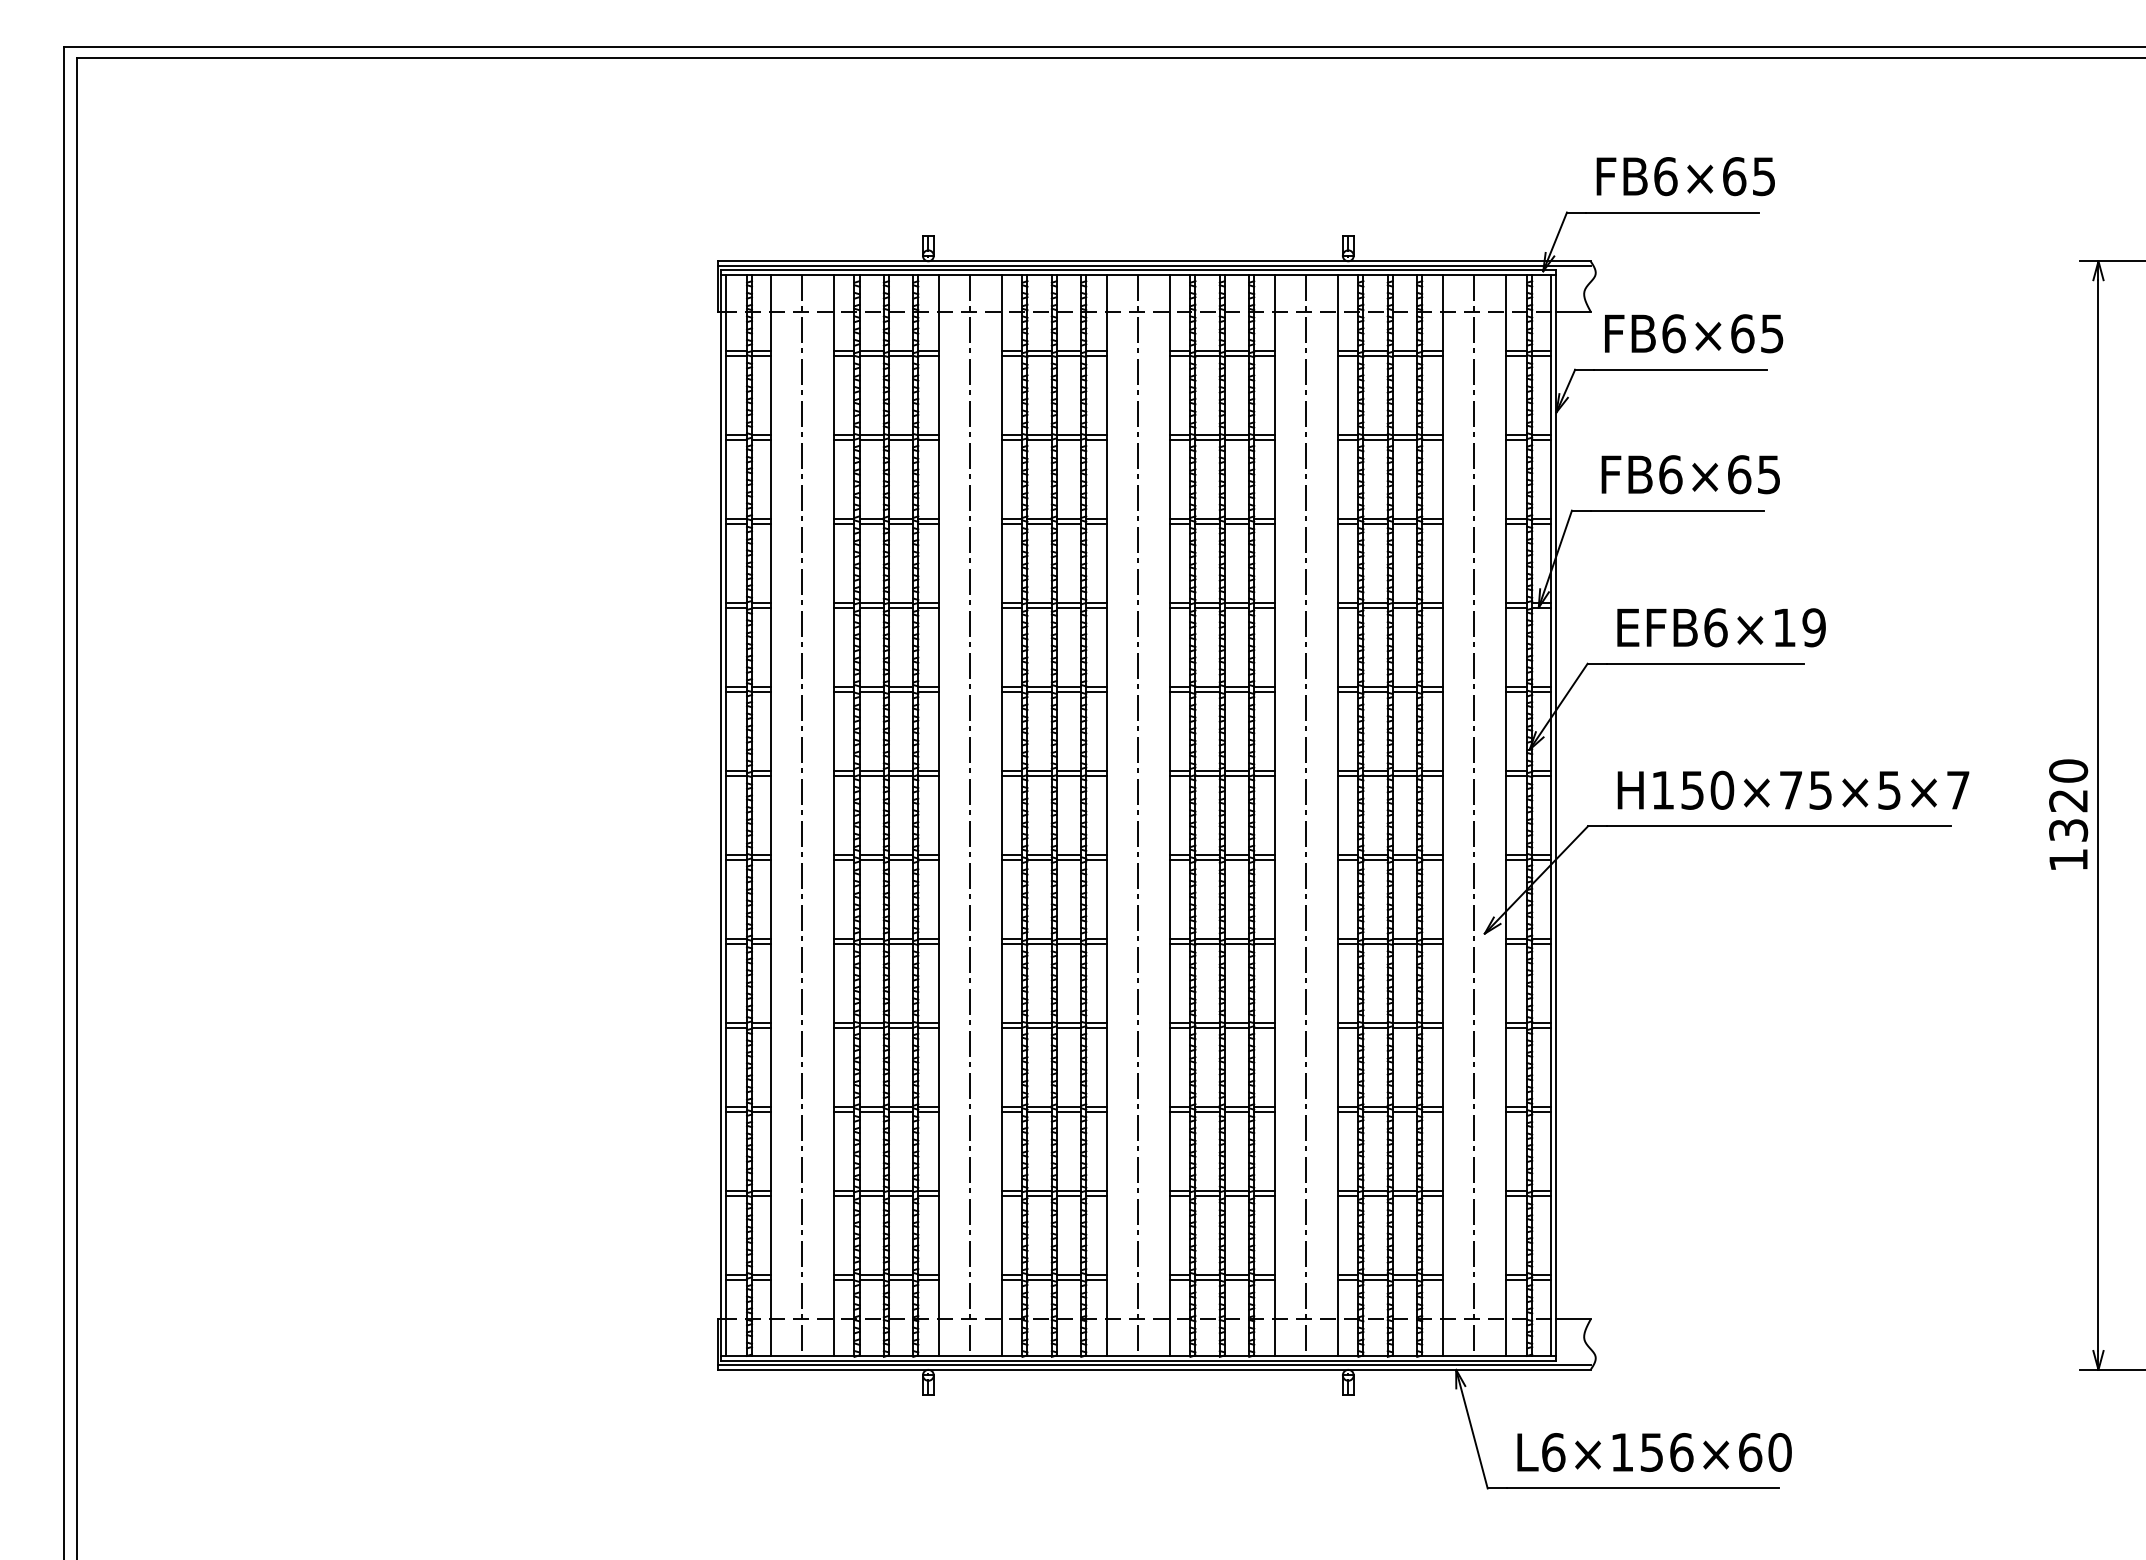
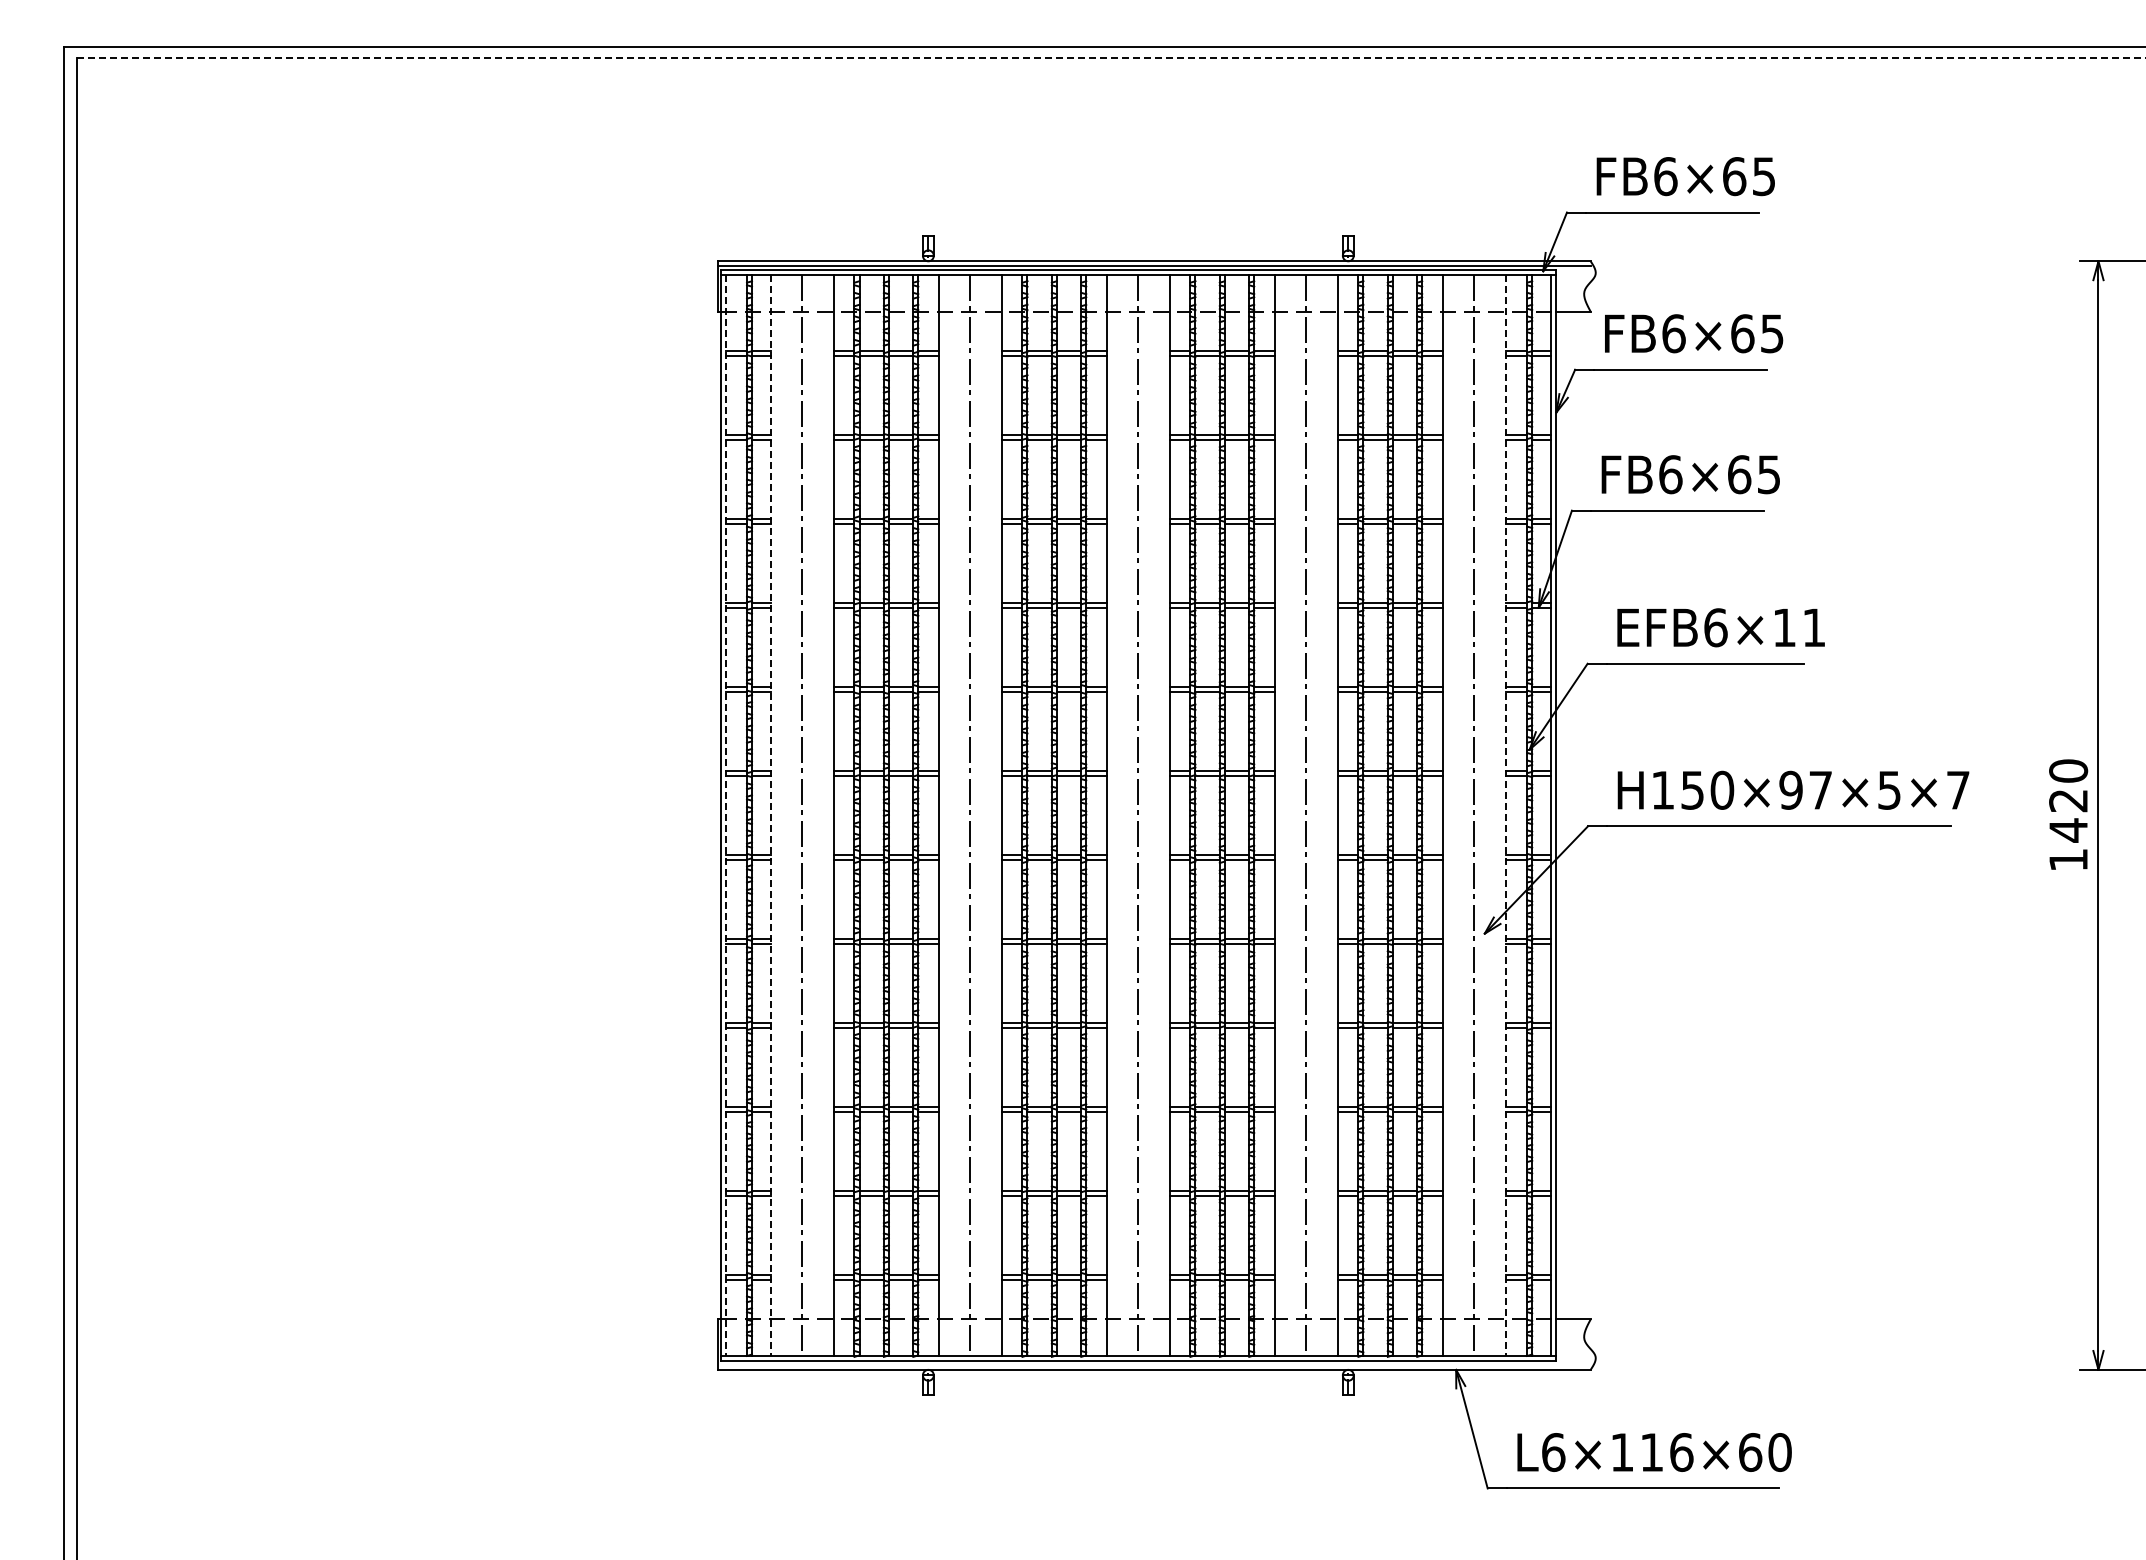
line at (1111, 58): solid -> dashed
text at (1813, 627): EFB6×19 -> EFB6×11
text at (1805, 789): H150×75×5×7 -> H150×97×5×7
line at (725, 815): solid -> dashed
line at (770, 815): solid -> dashed
line at (1505, 815): solid -> dashed
text at (2068, 830): 1320 -> 1420
line at (1154, 1364): present -> none
text at (1651, 1452): L6×156×60 -> L6×116×60
